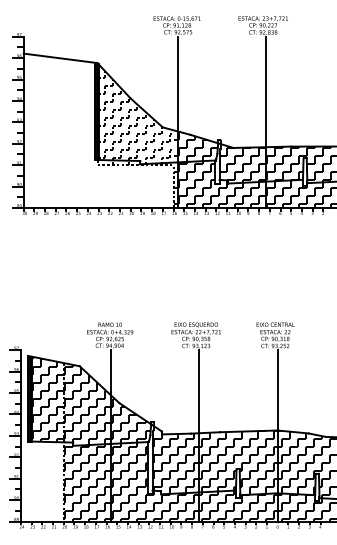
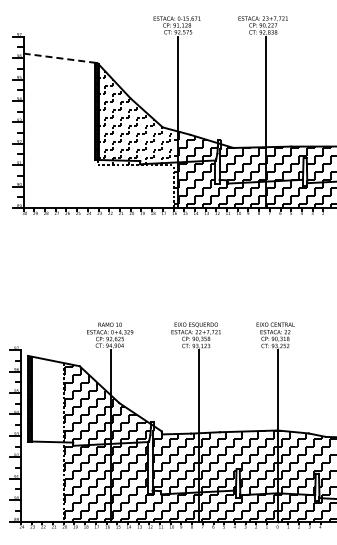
line at (61, 58): solid -> dashed
hatch at (47, 399): present -> none
